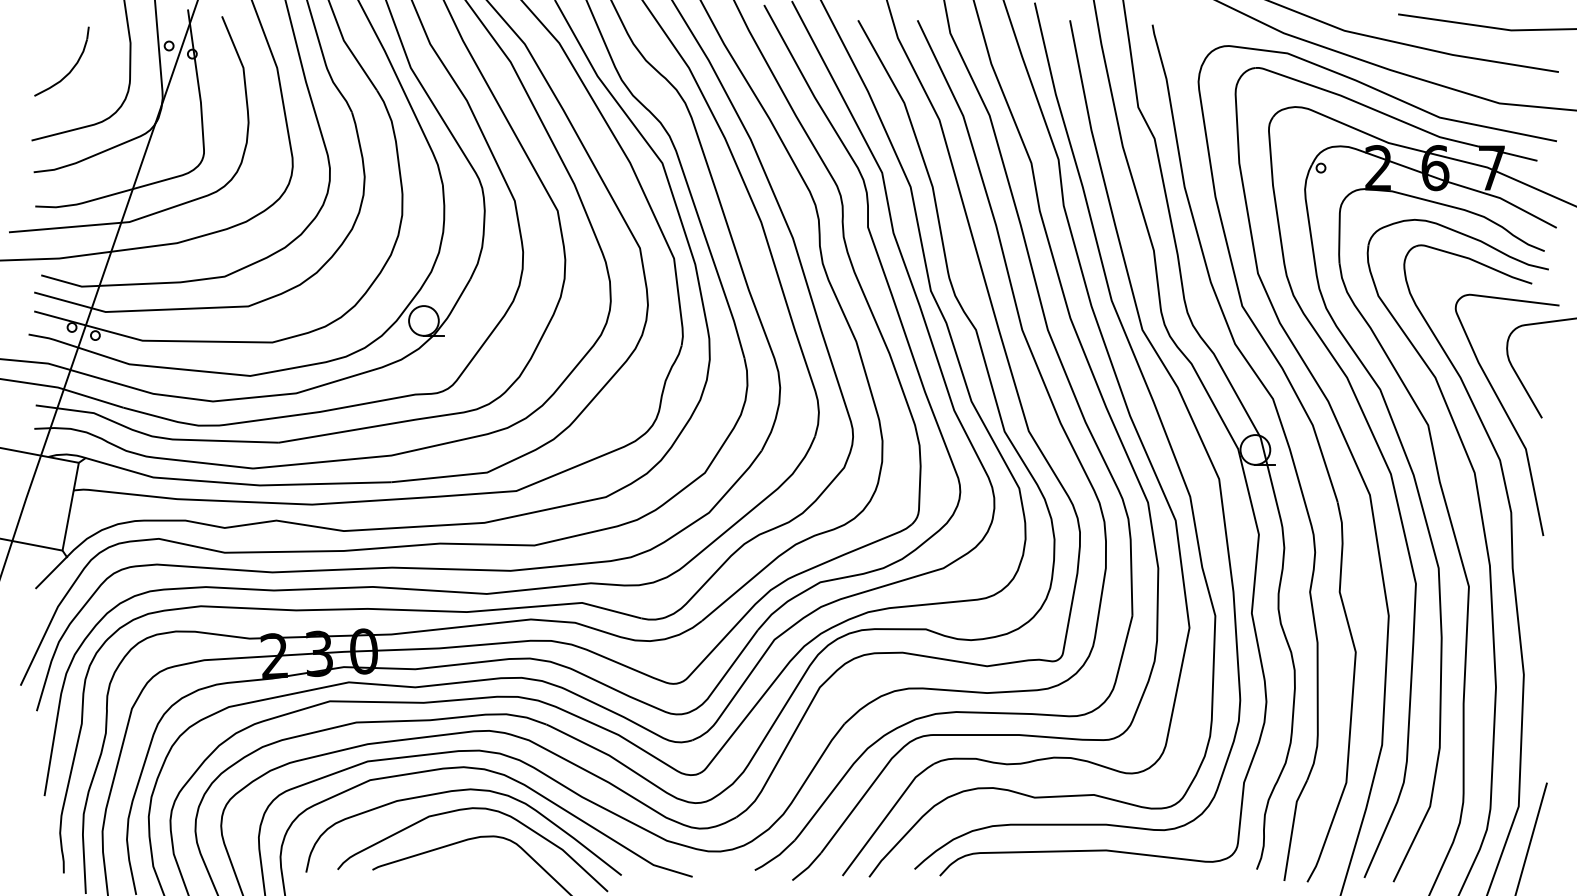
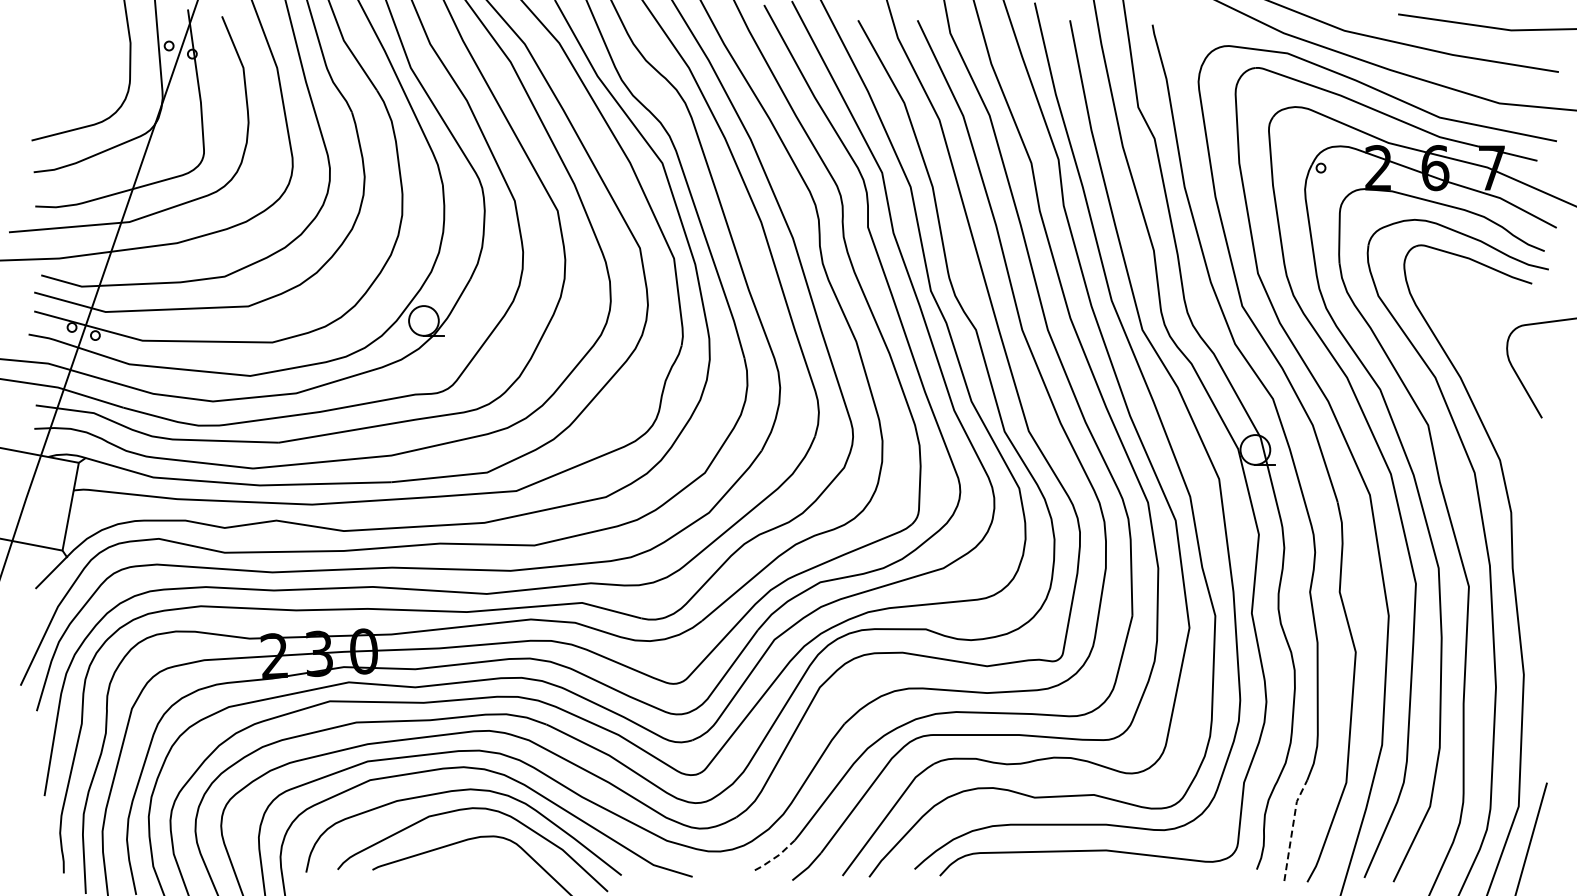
part at (71, 68): present -> none
curve at (1506, 414): present -> none
line at (1292, 829): solid -> dashed
line at (776, 856): solid -> dashed
